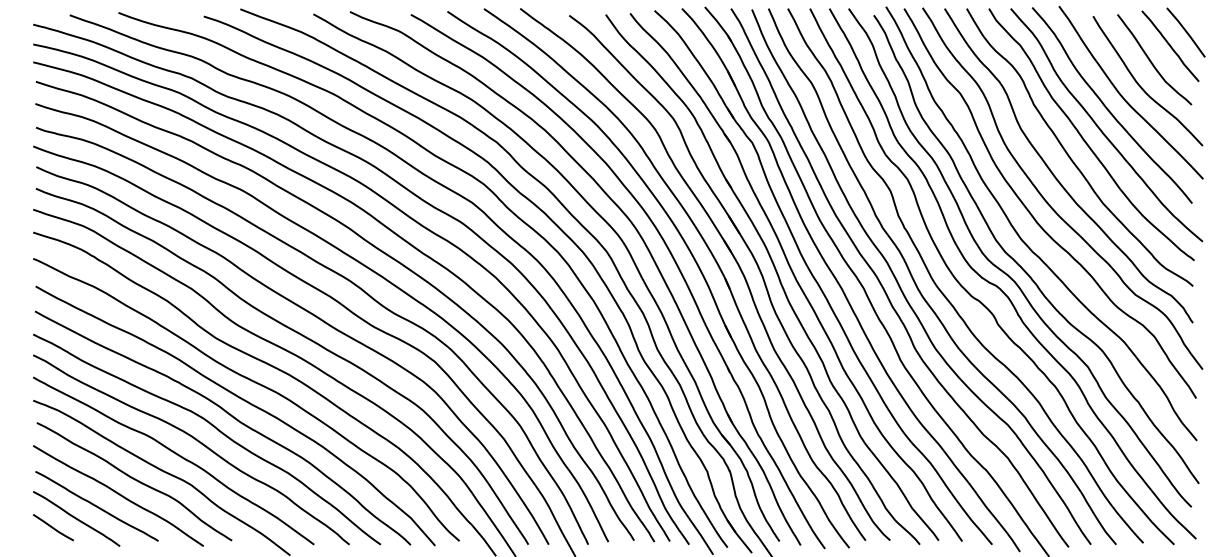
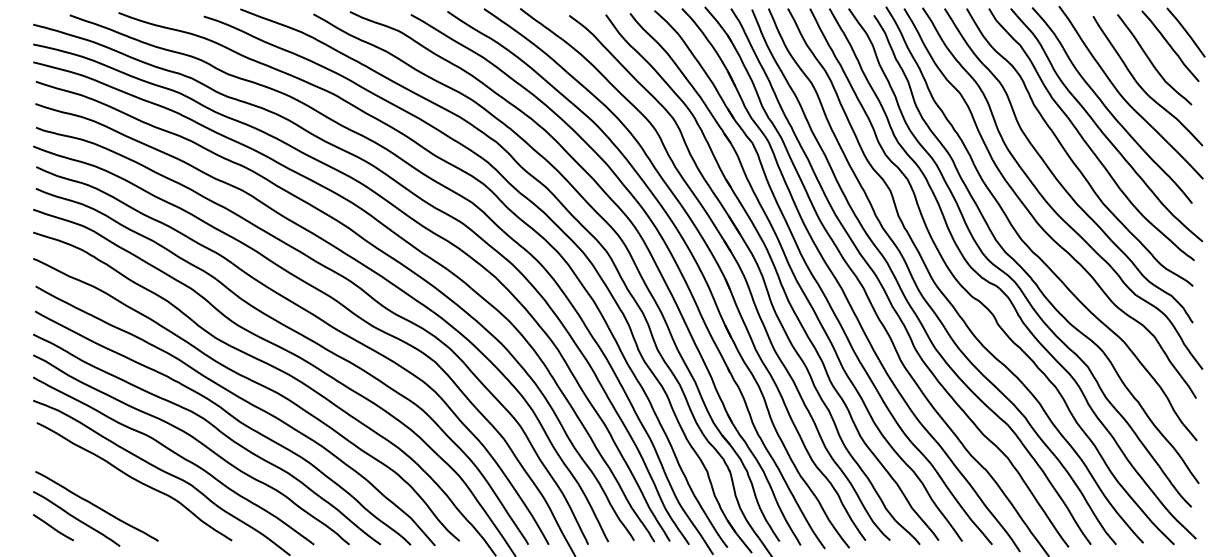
curve at (118, 494): present -> none
